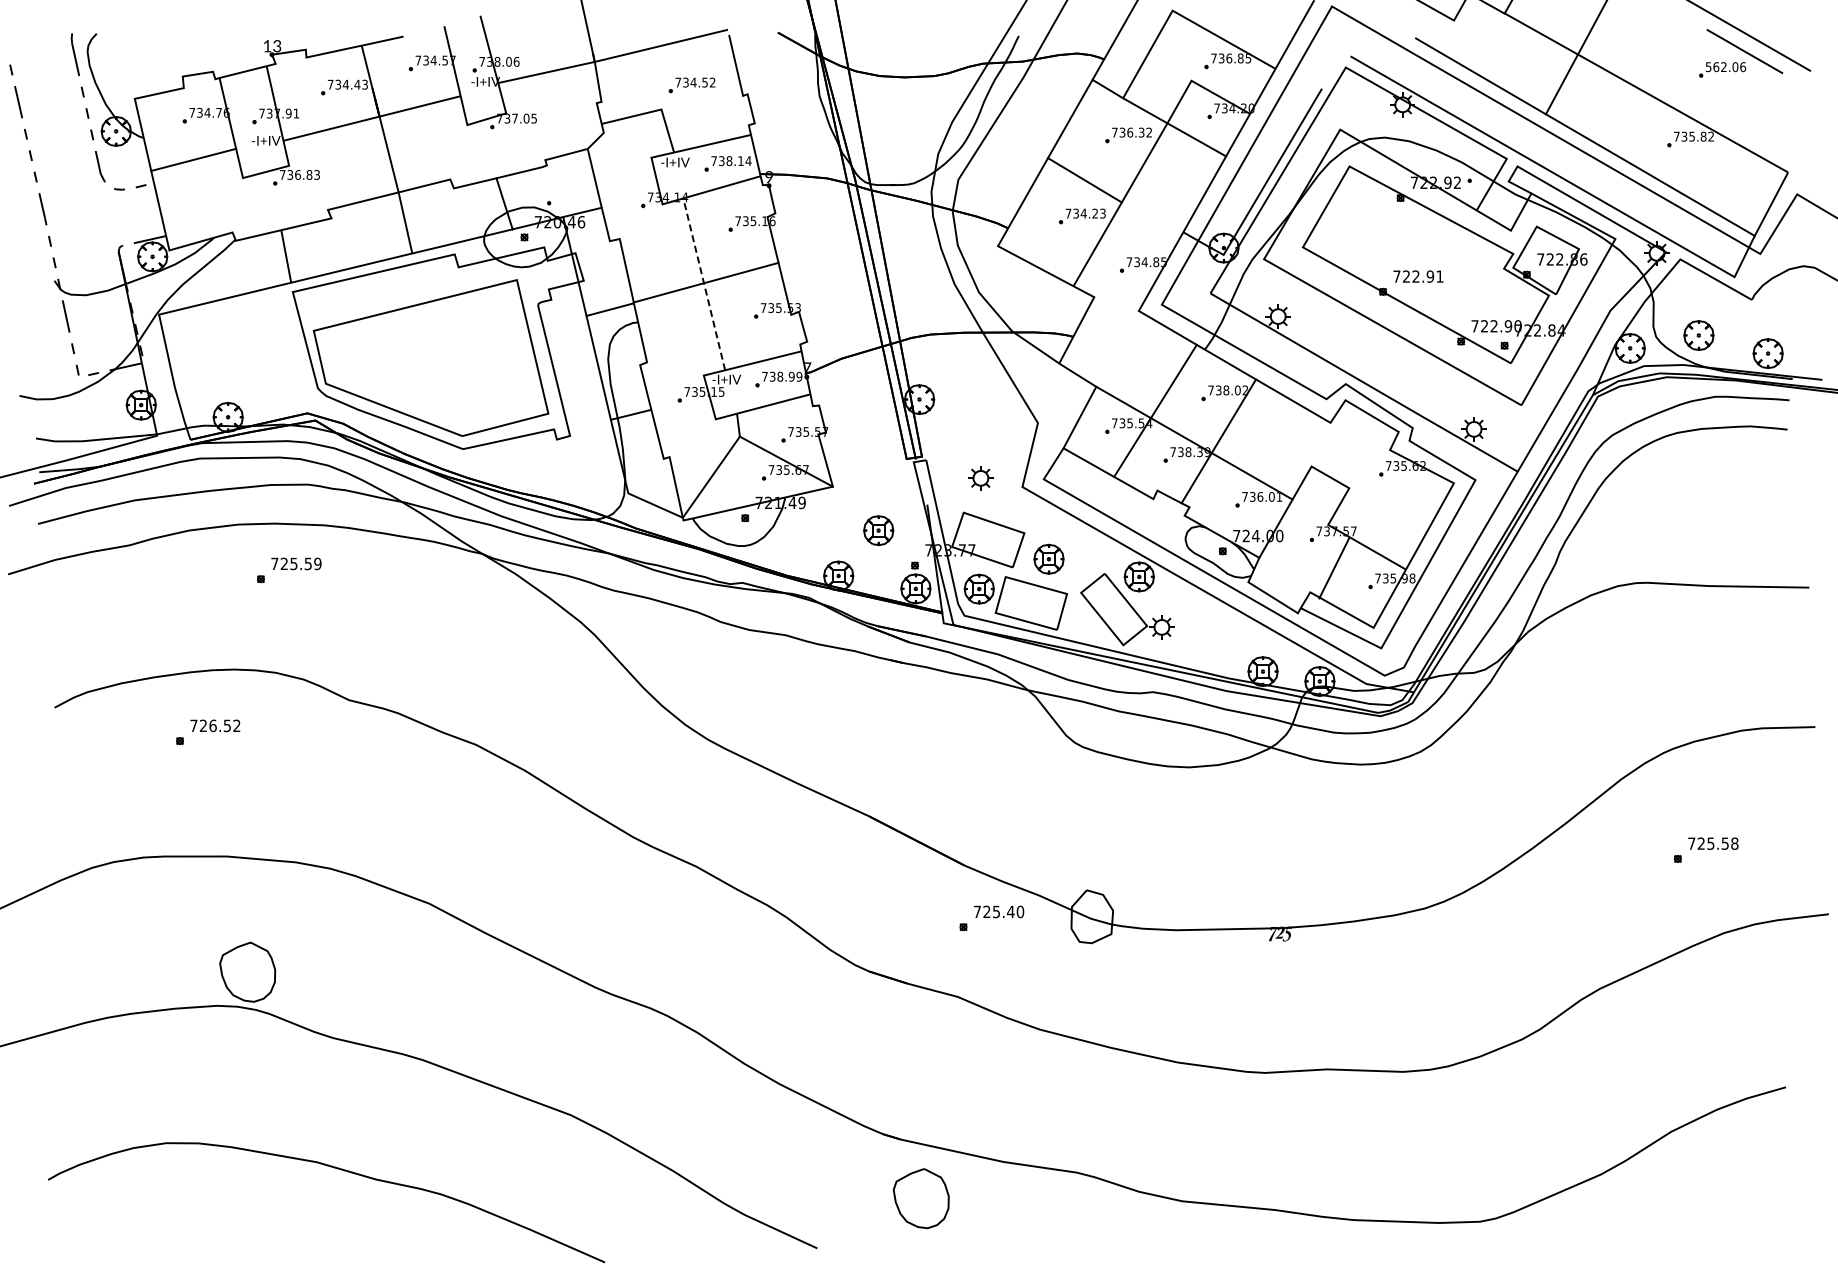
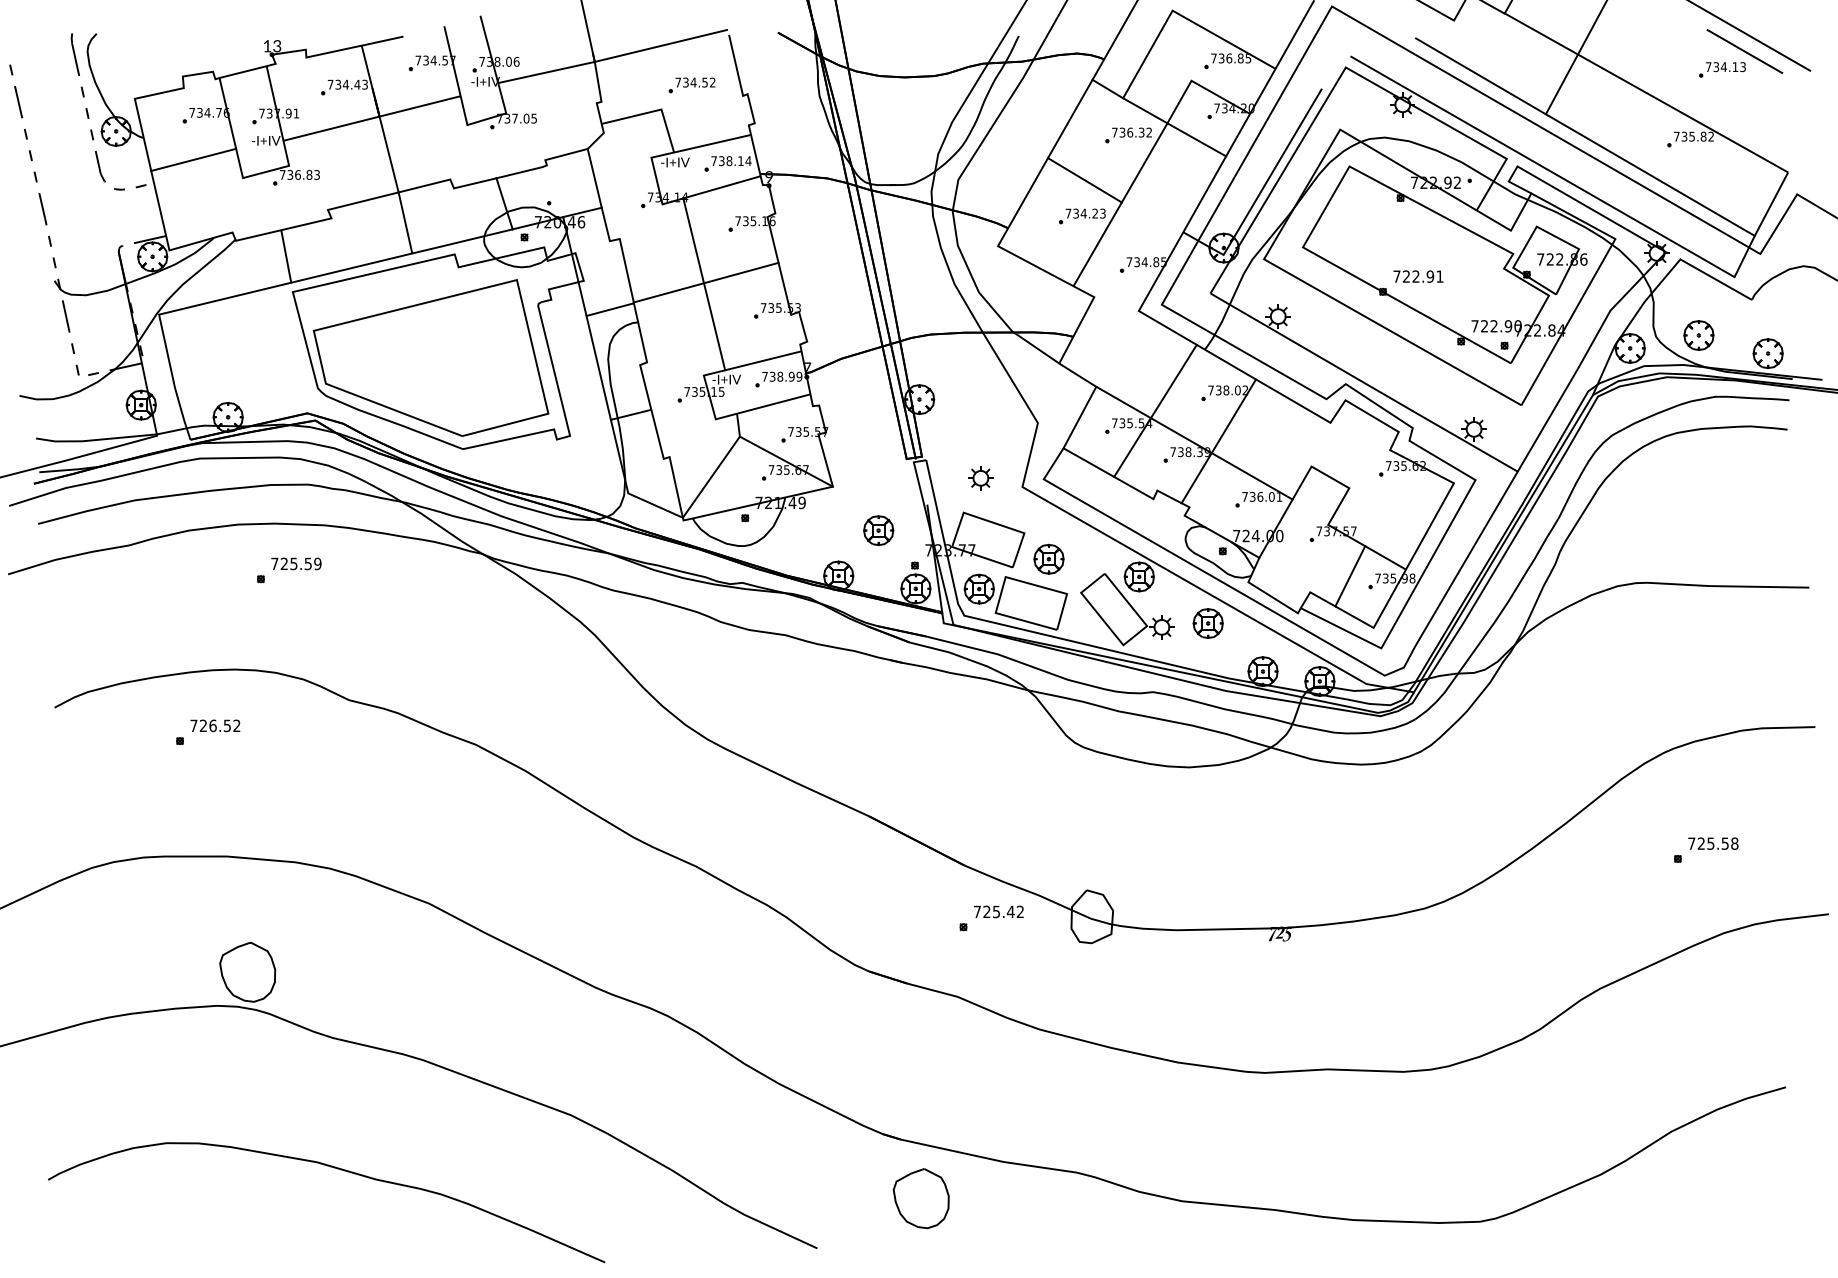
text at (1725, 67): 562.06 -> 734.13
line at (704, 283): dashed -> solid
line at (1334, 568) position: (1334, 568) -> (1350, 576)
part at (1207, 623): none -> present
text at (1020, 911): 725.40 -> 725.42
